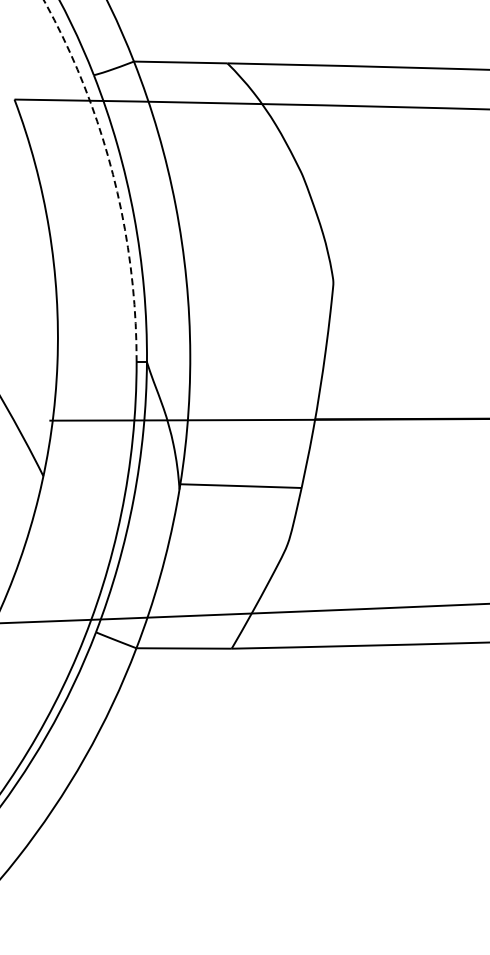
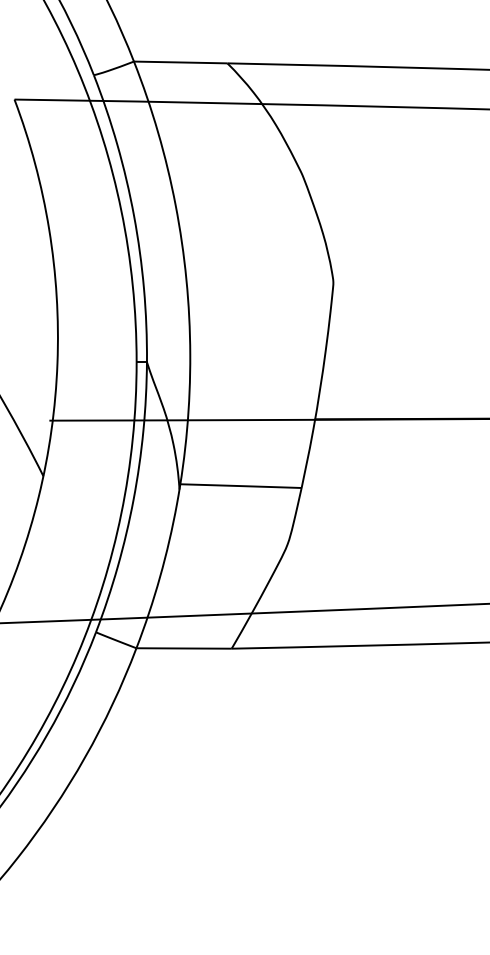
arc at (113, 174): dashed -> solid
